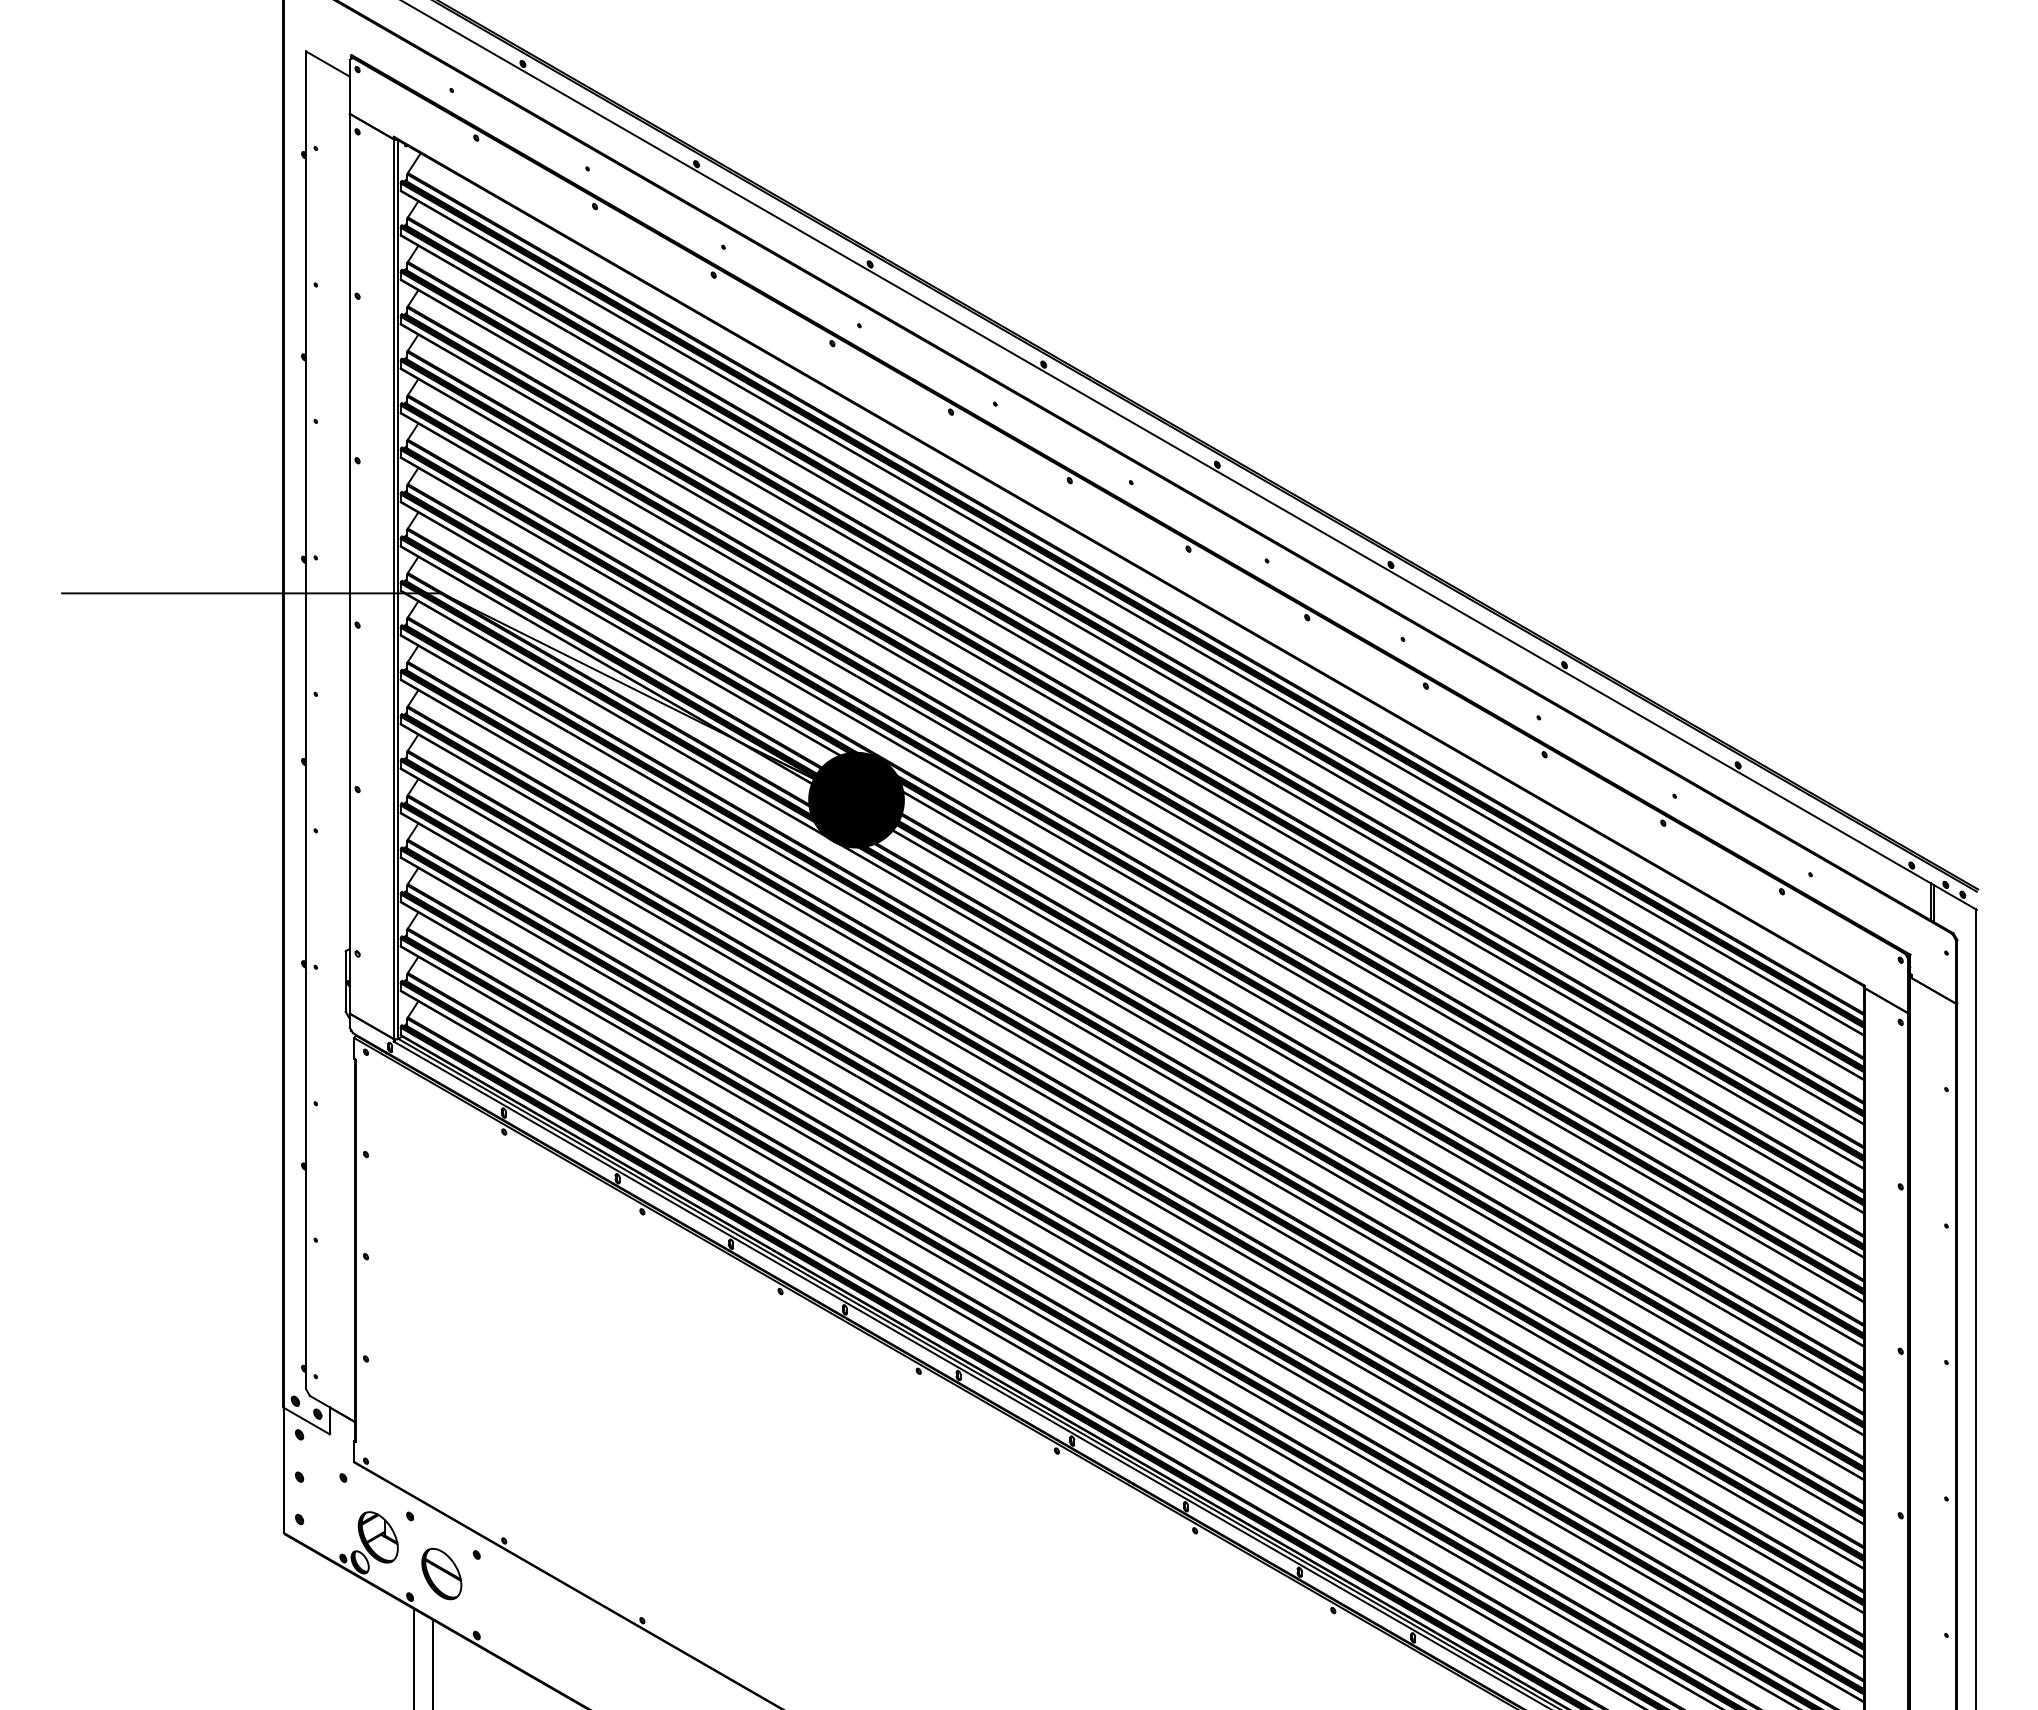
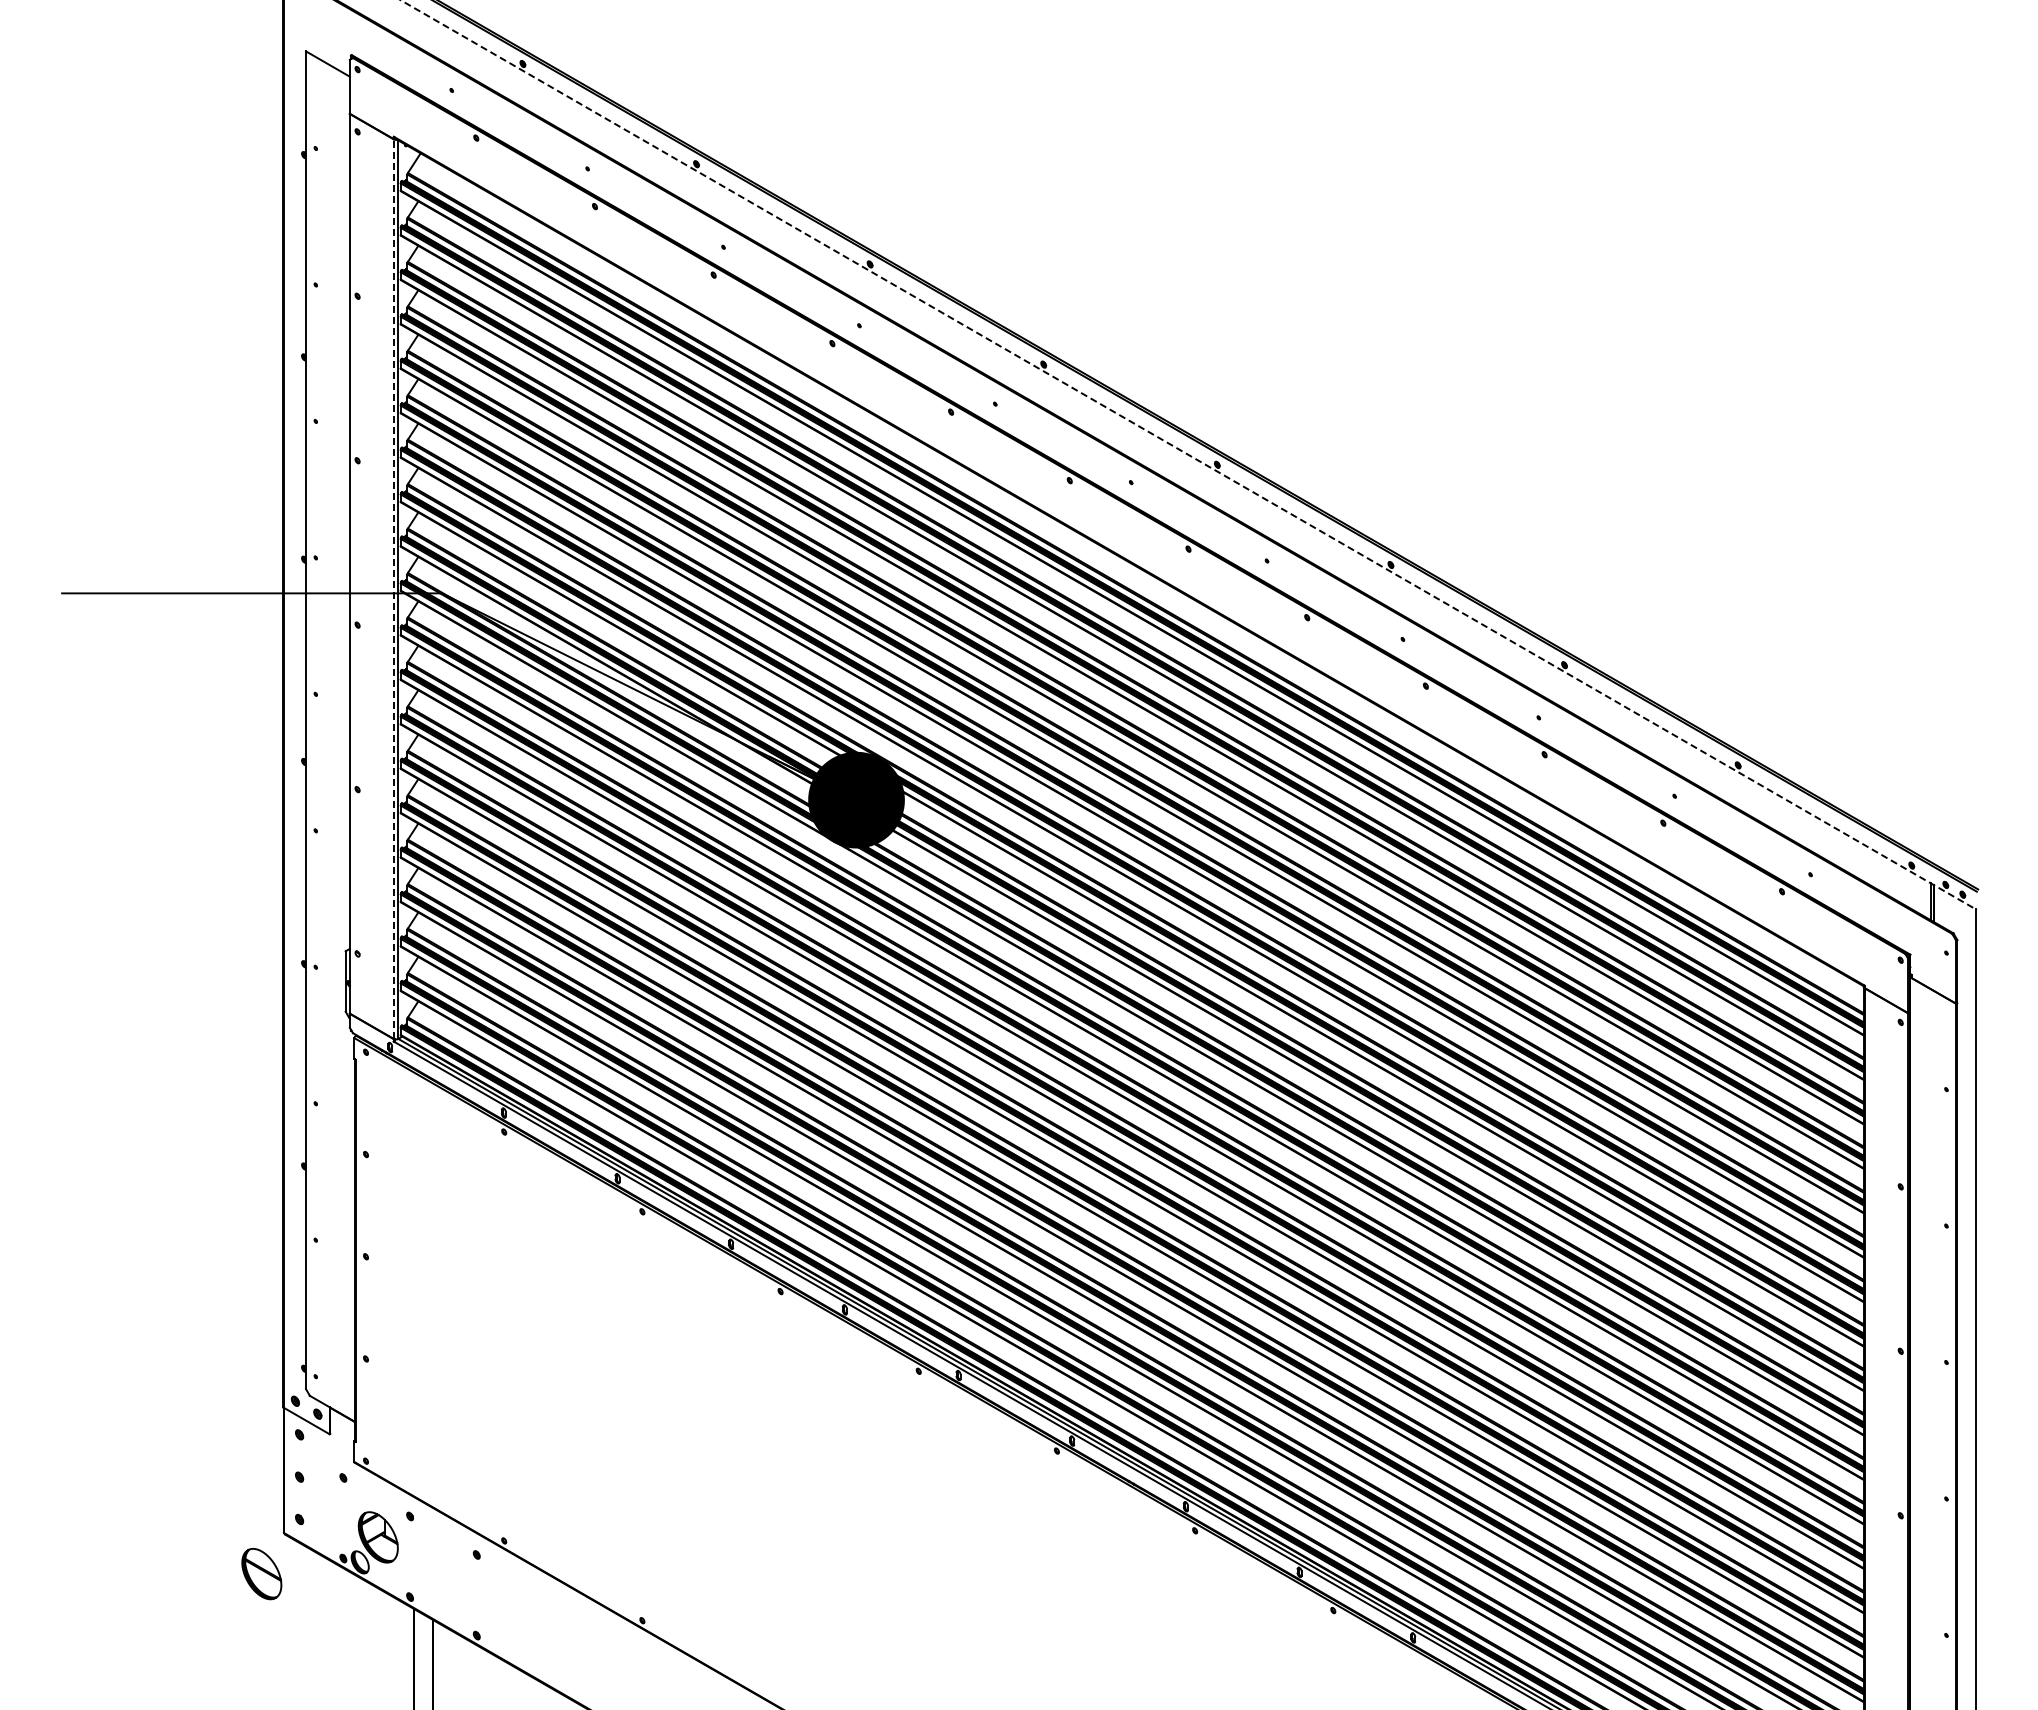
line at (1189, 455): solid -> dashed
line at (393, 589): solid -> dashed
part at (441, 1574) position: (441, 1574) -> (261, 1574)
